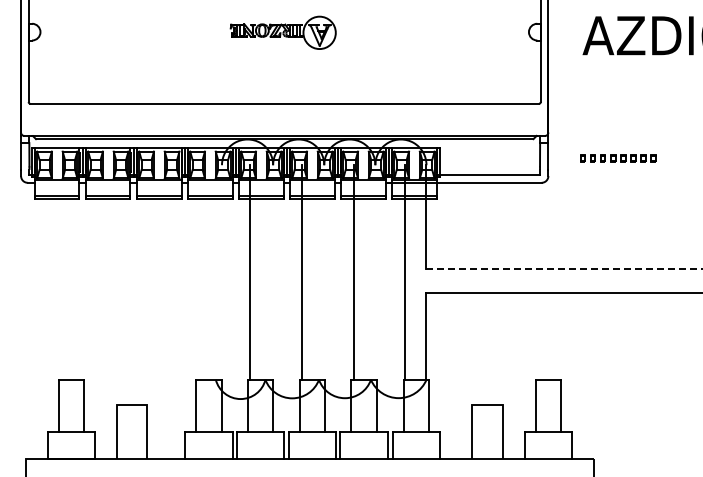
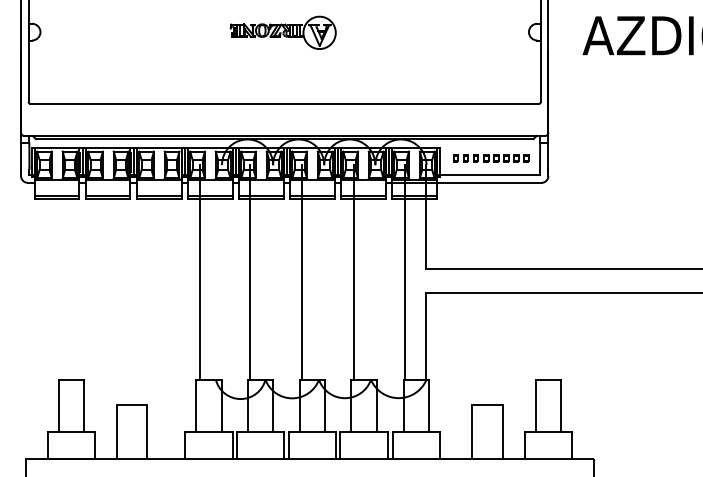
part at (618, 158) position: (618, 158) -> (491, 158)
line at (565, 268): dashed -> solid
line at (199, 272): none -> present
